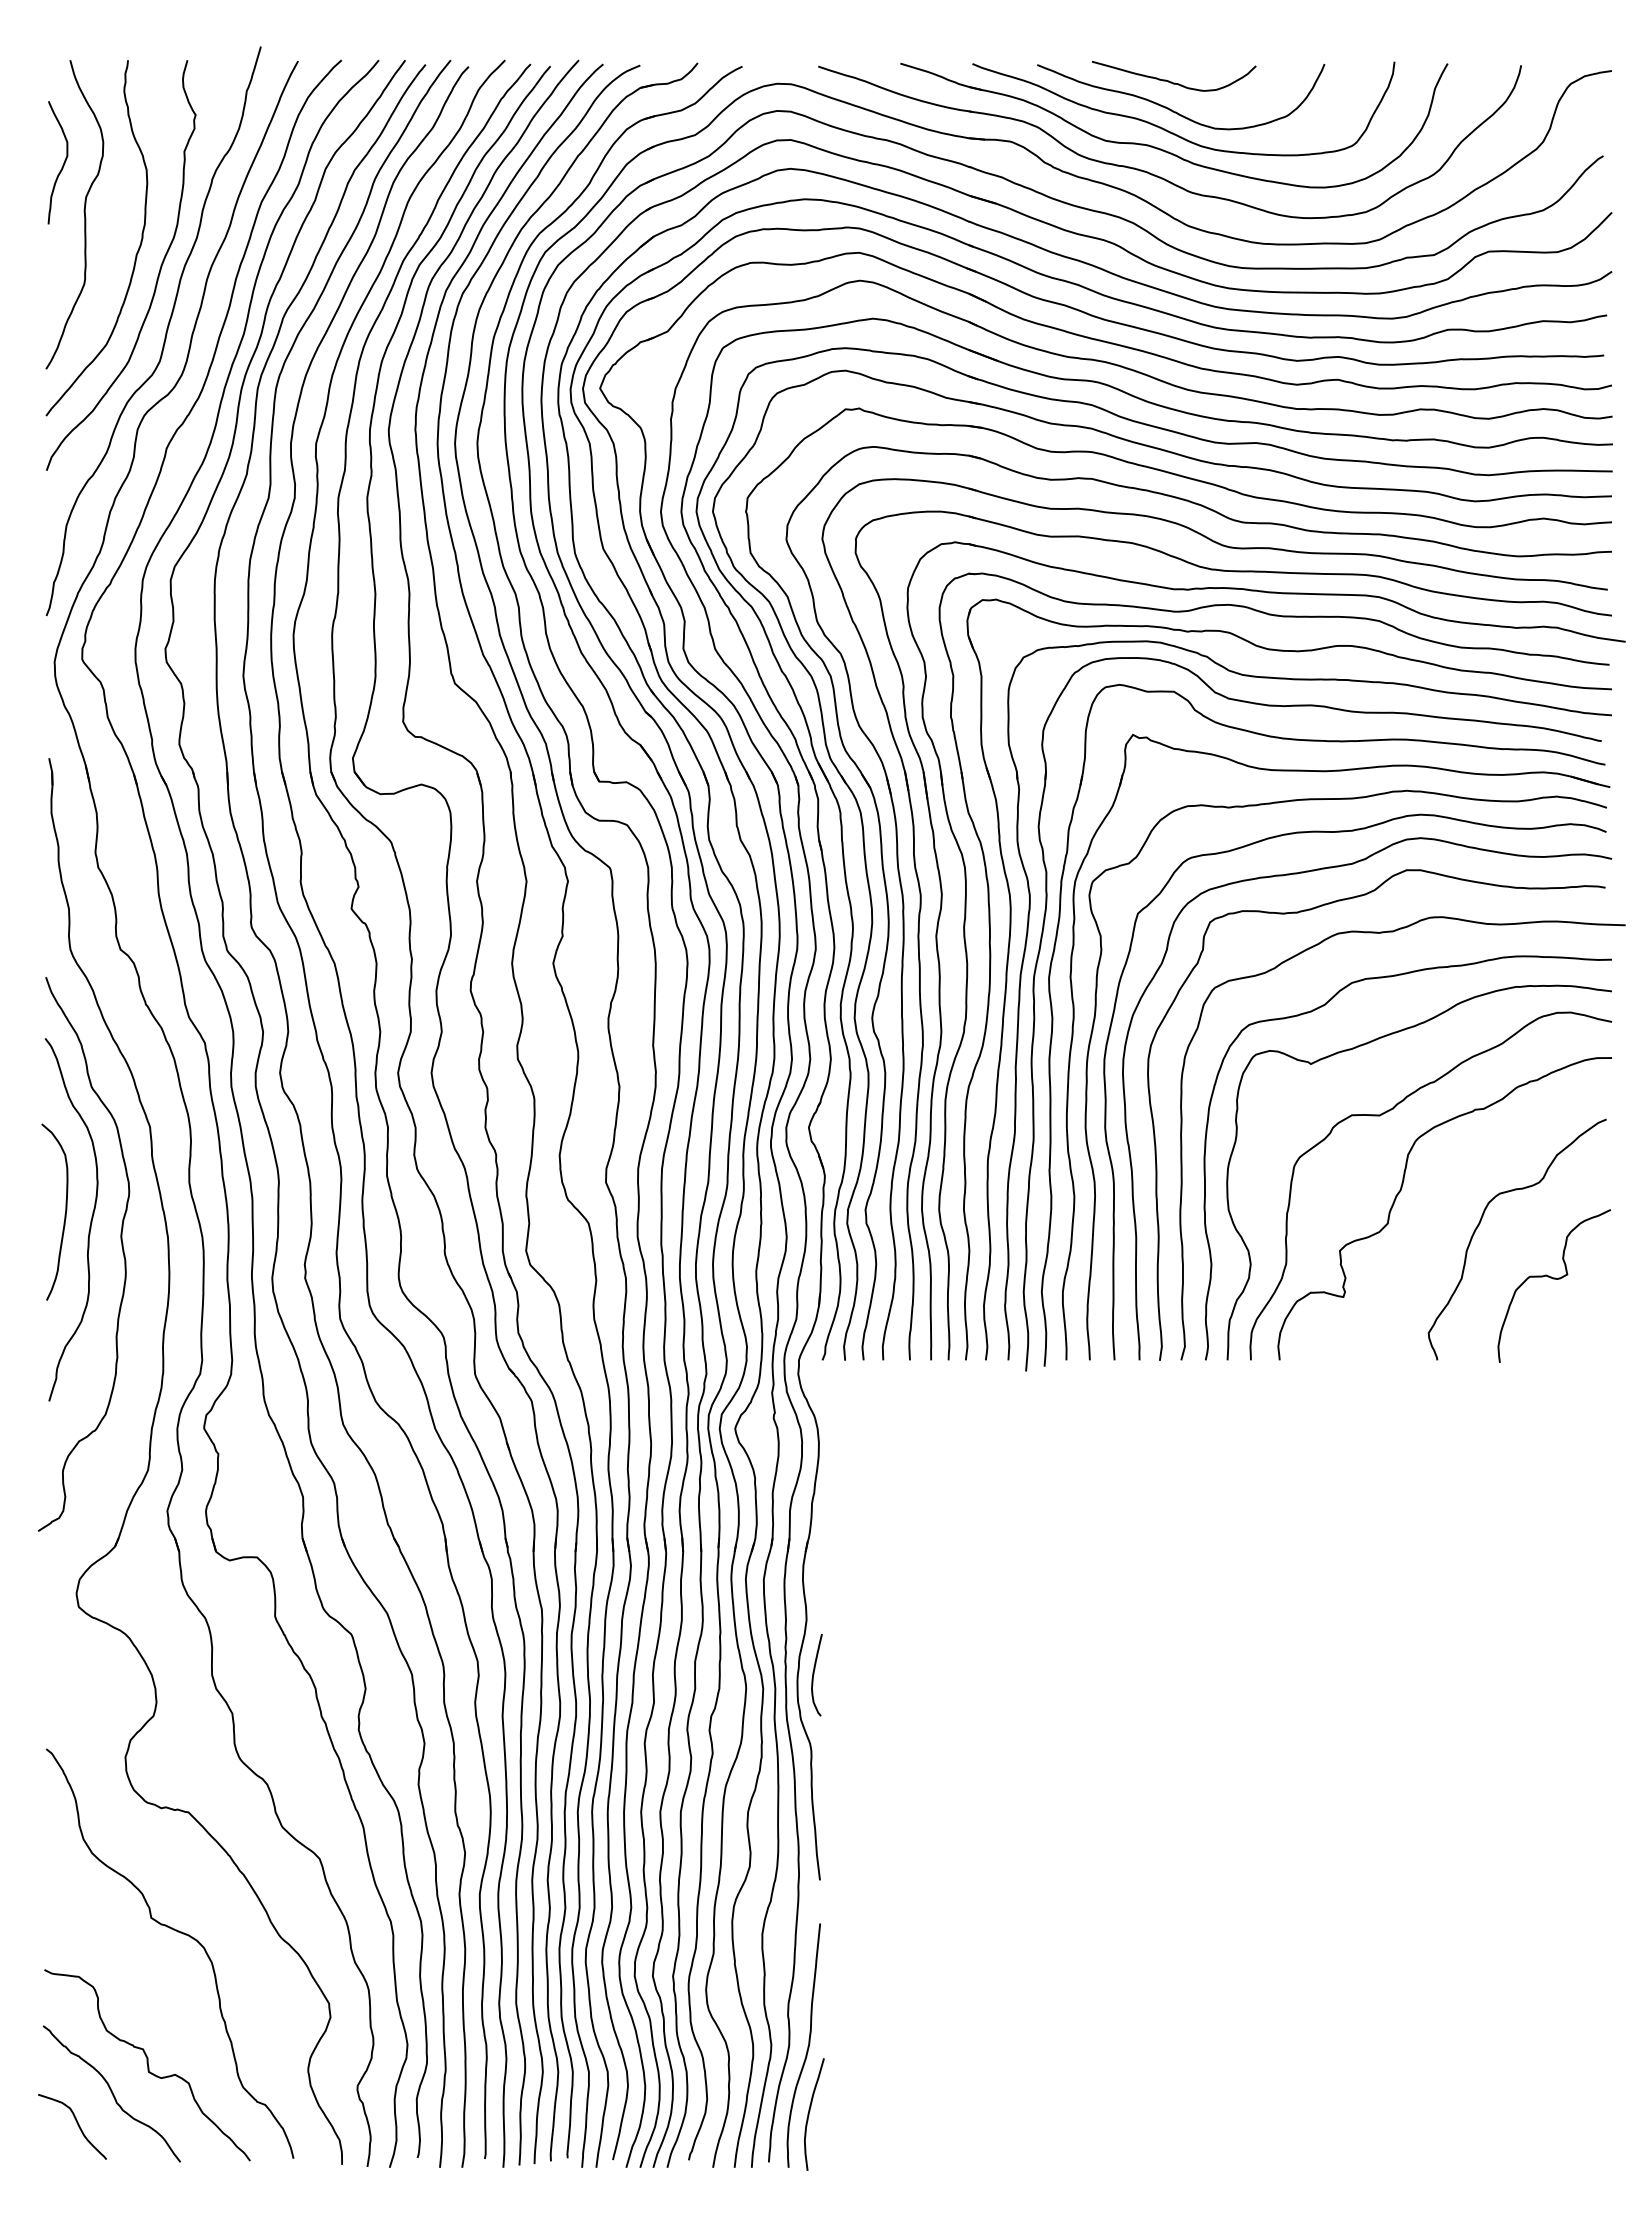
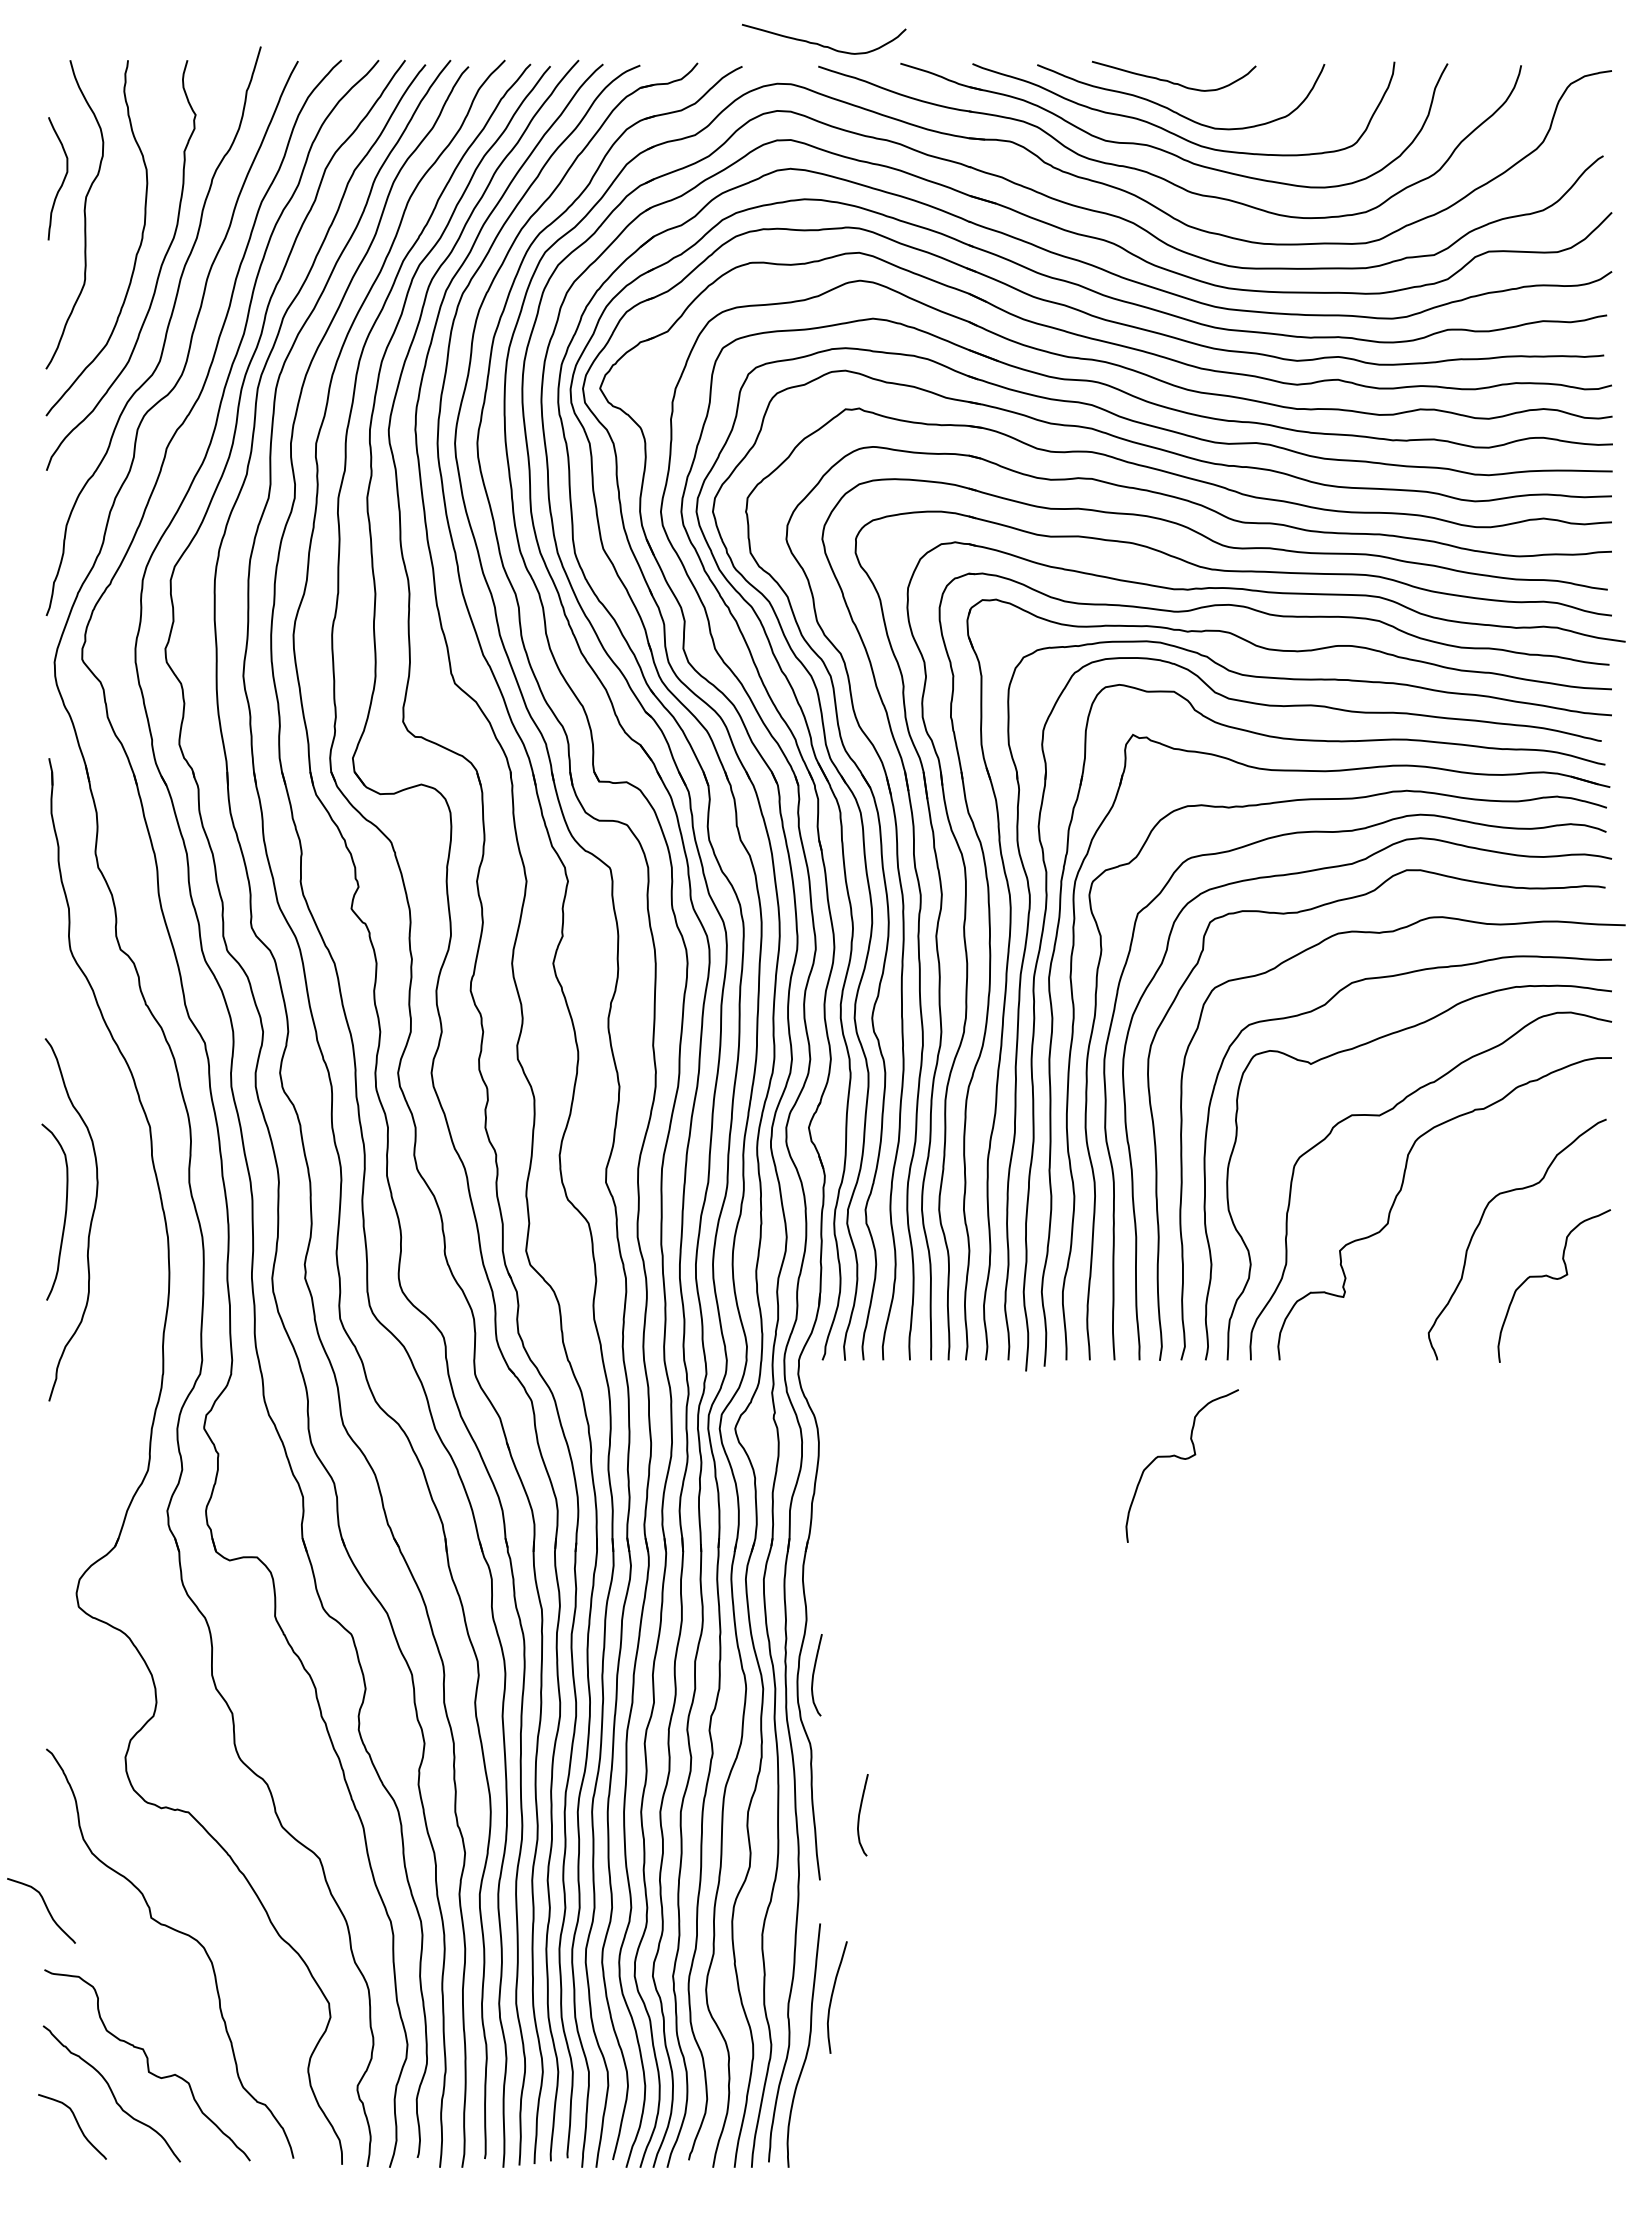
curve at (821, 44): none -> present
curve at (62, 165) position: (62, 165) -> (62, 181)
curve at (121, 1246): present -> none
curve at (1181, 1459): none -> present
curve at (860, 1814): none -> present
curve at (45, 1907): none -> present
curve at (810, 2111) position: (810, 2111) -> (833, 1994)
